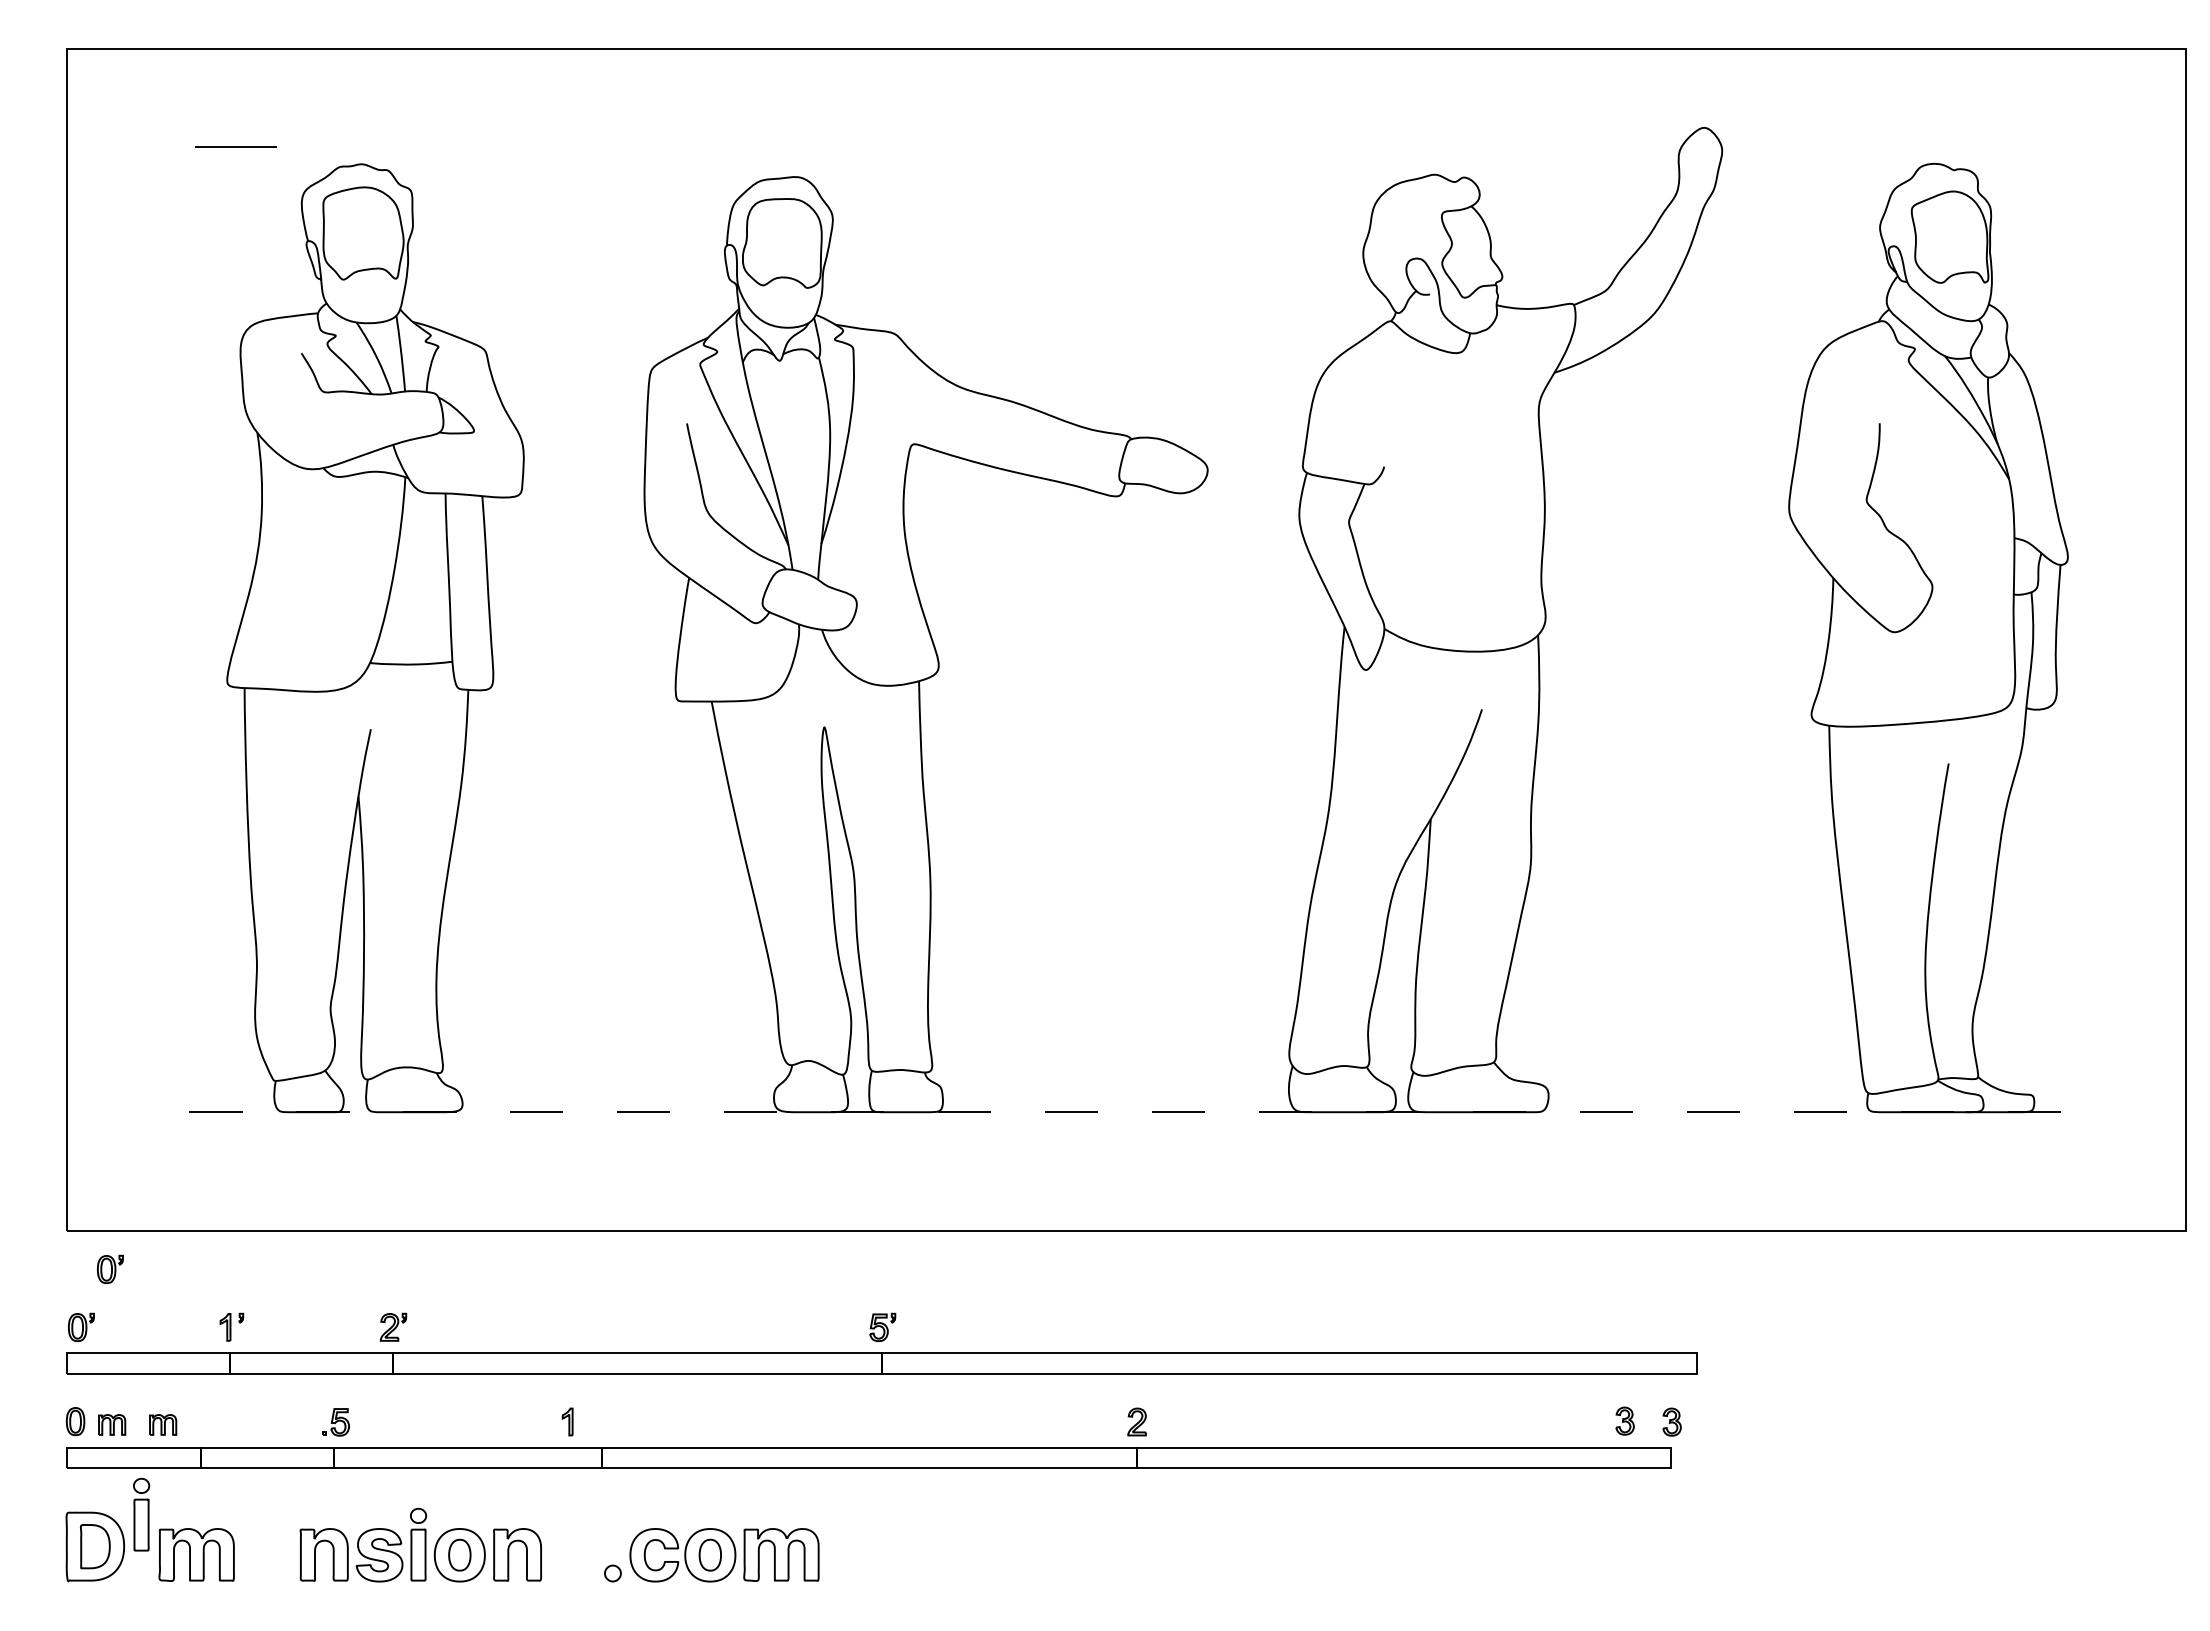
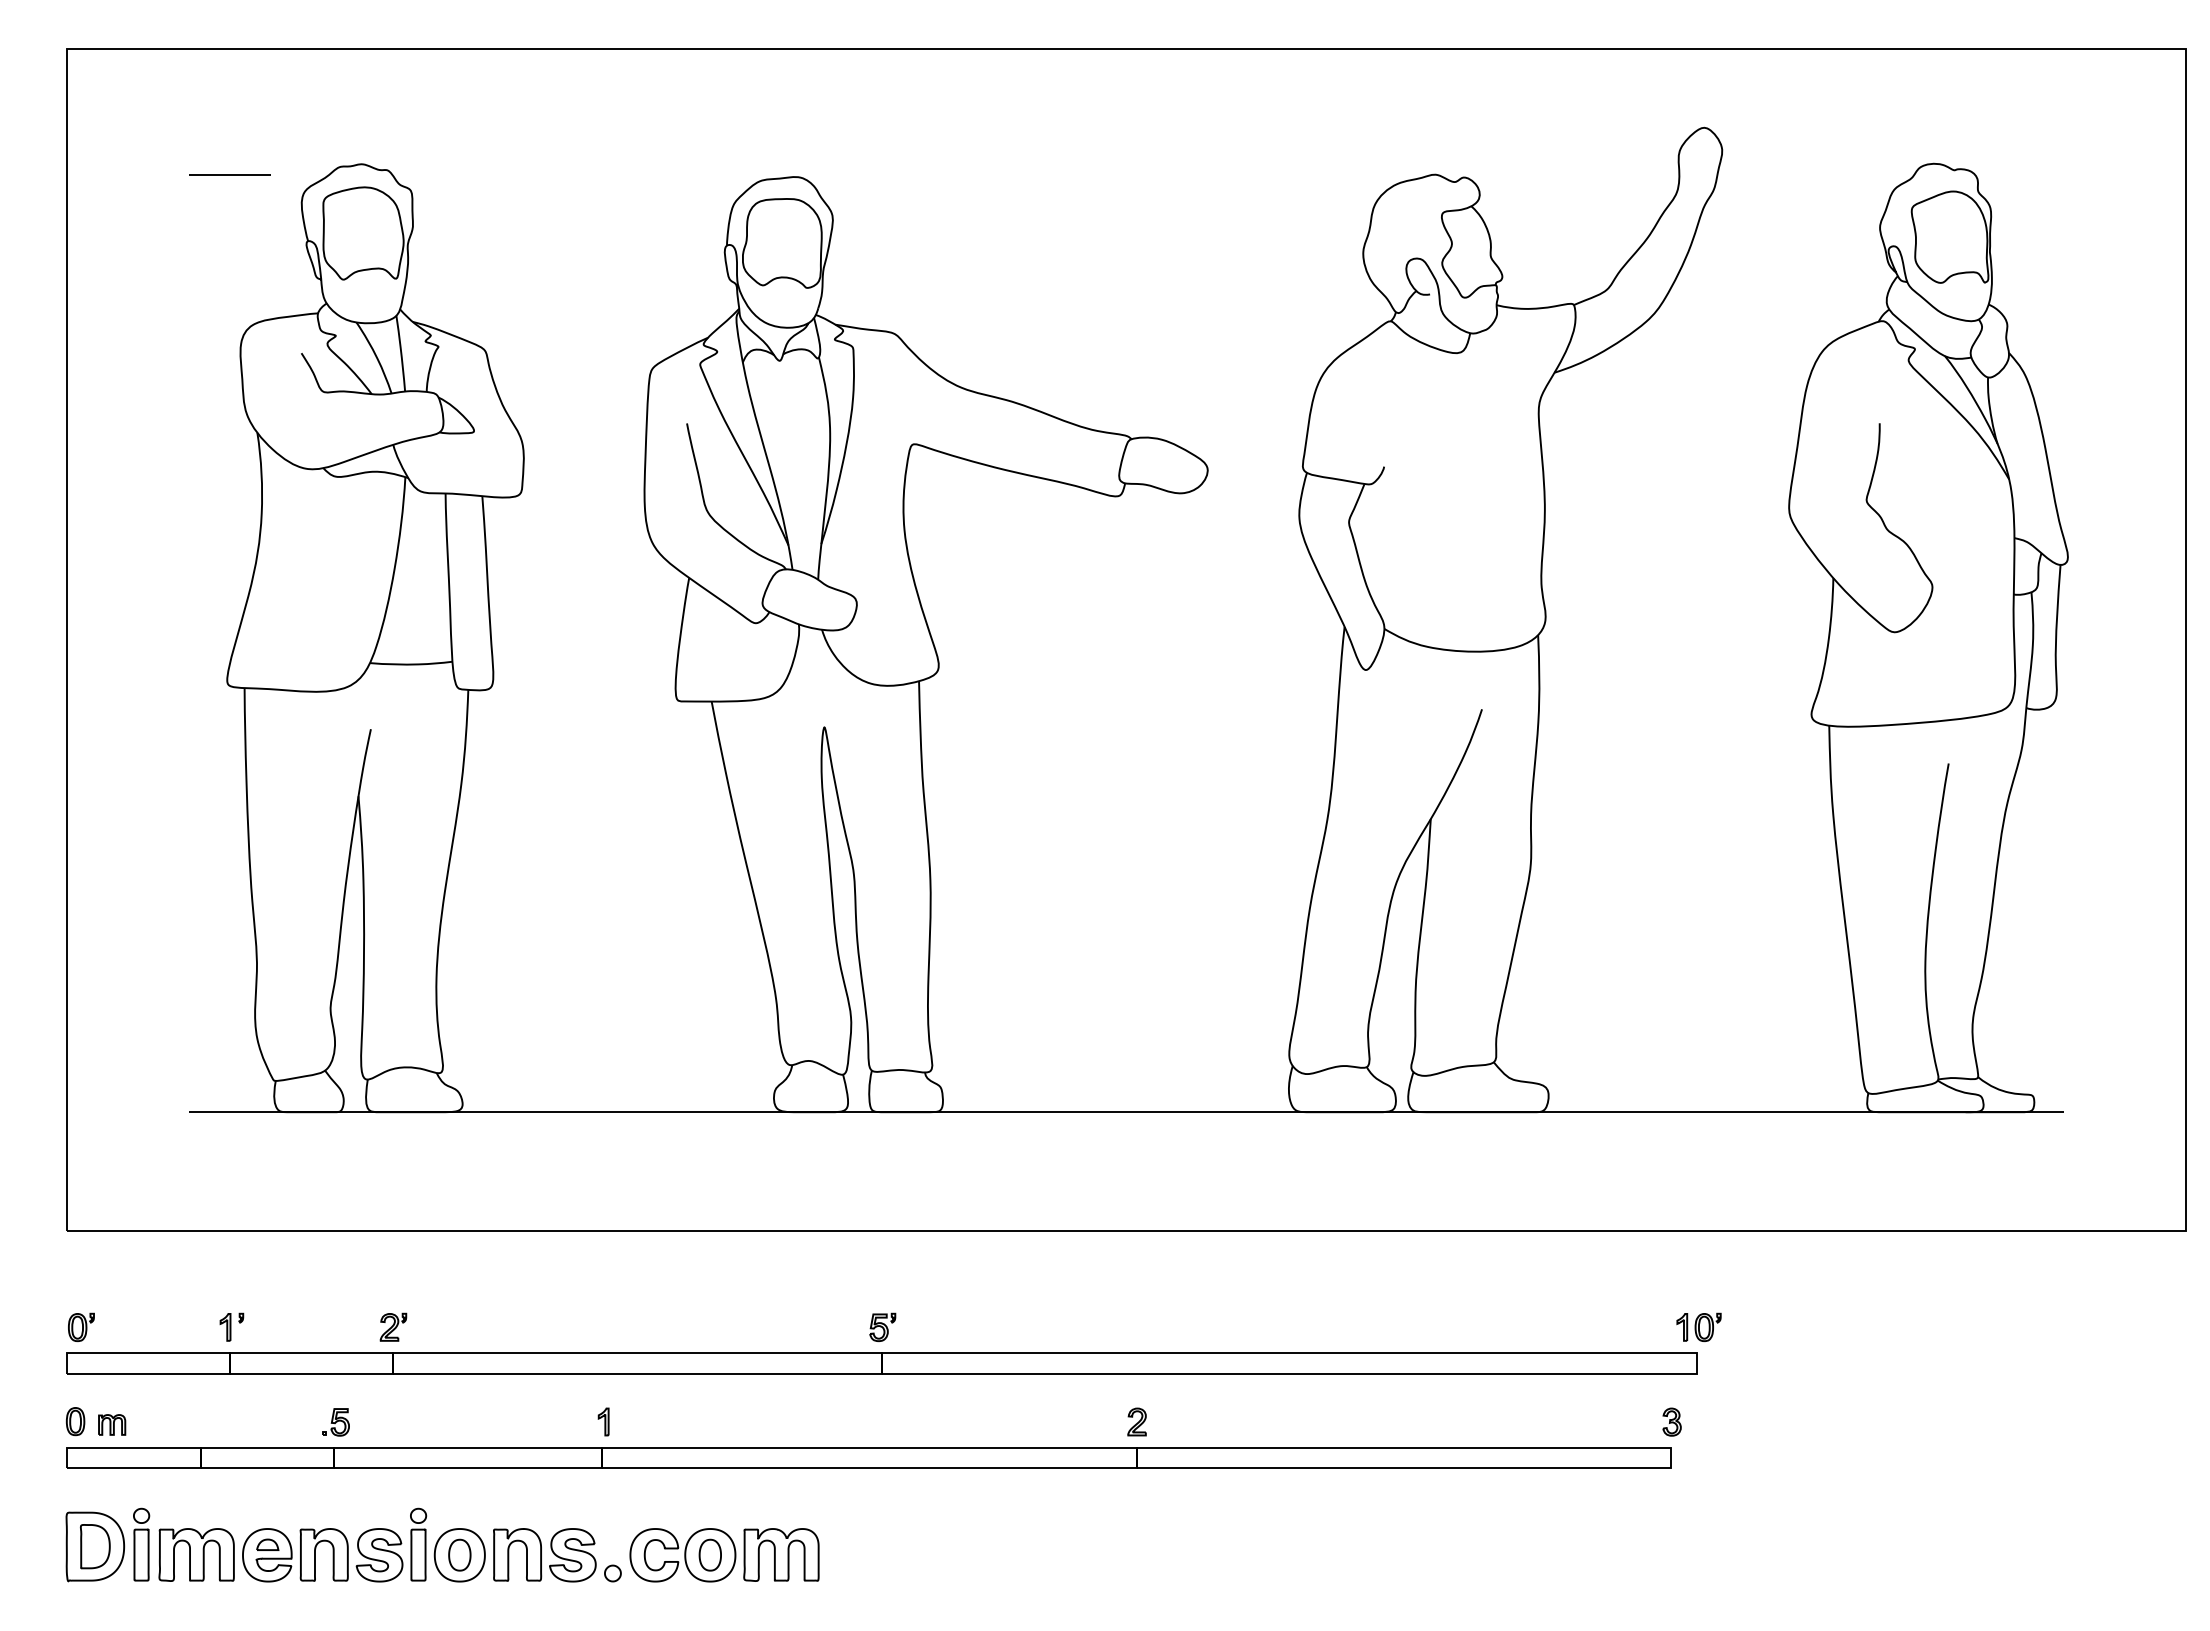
line at (235, 146) position: (235, 146) -> (229, 174)
line at (1126, 1112): dashed -> solid
part at (110, 1269): present -> none
part at (1698, 1327): none -> present
part at (1624, 1420): present -> none
part at (567, 1421) position: (567, 1421) -> (603, 1421)
part at (163, 1424): present -> none
part at (141, 1514) position: (141, 1514) -> (141, 1544)
part at (267, 1555): none -> present
part at (572, 1555): none -> present
